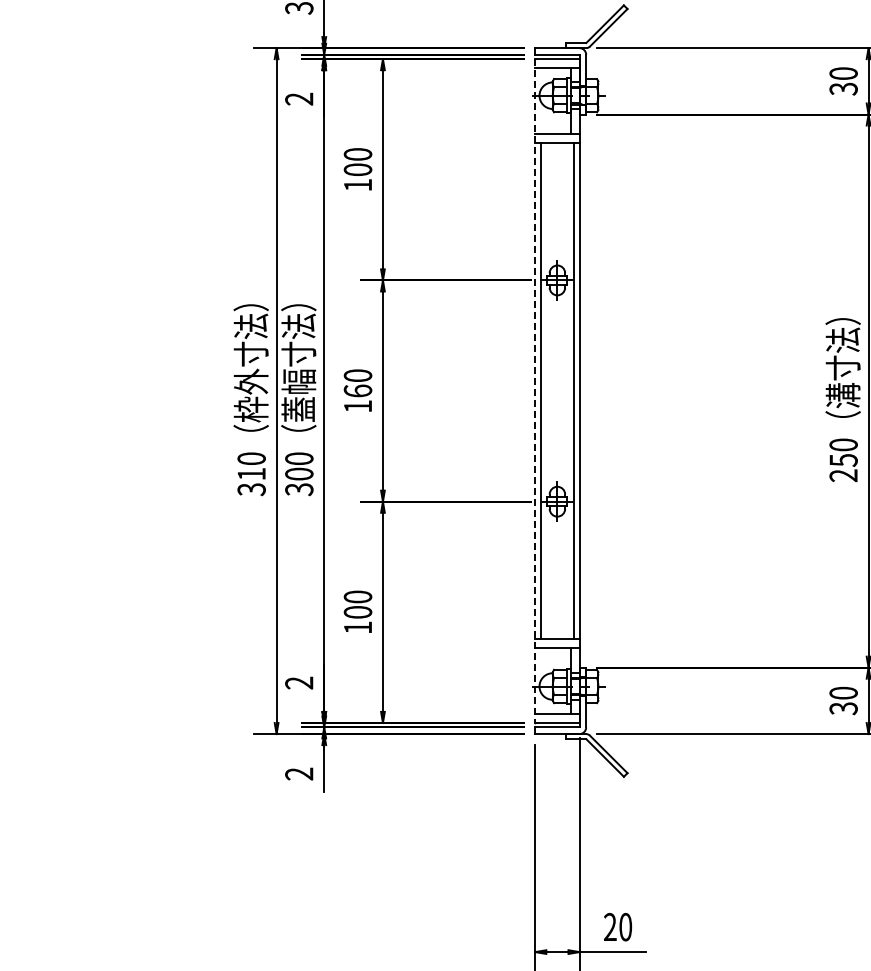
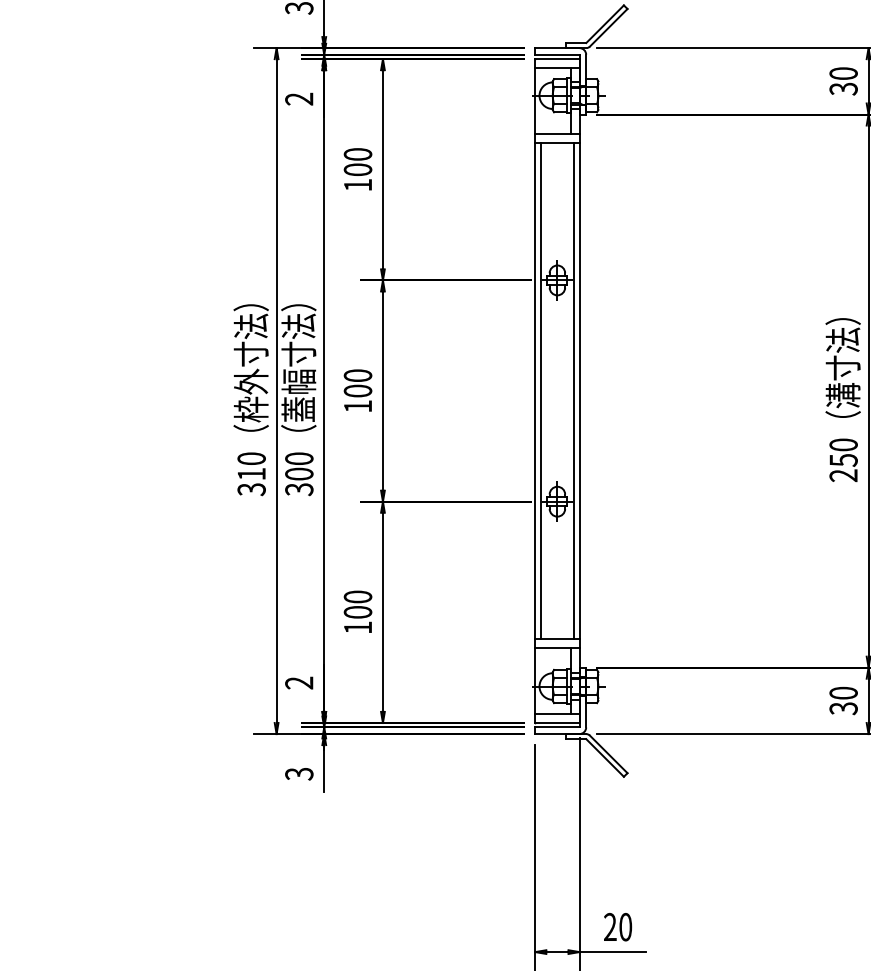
text at (357, 390): 160 -> 100
line at (535, 391): dashed -> solid
text at (299, 773): 2 -> 3
